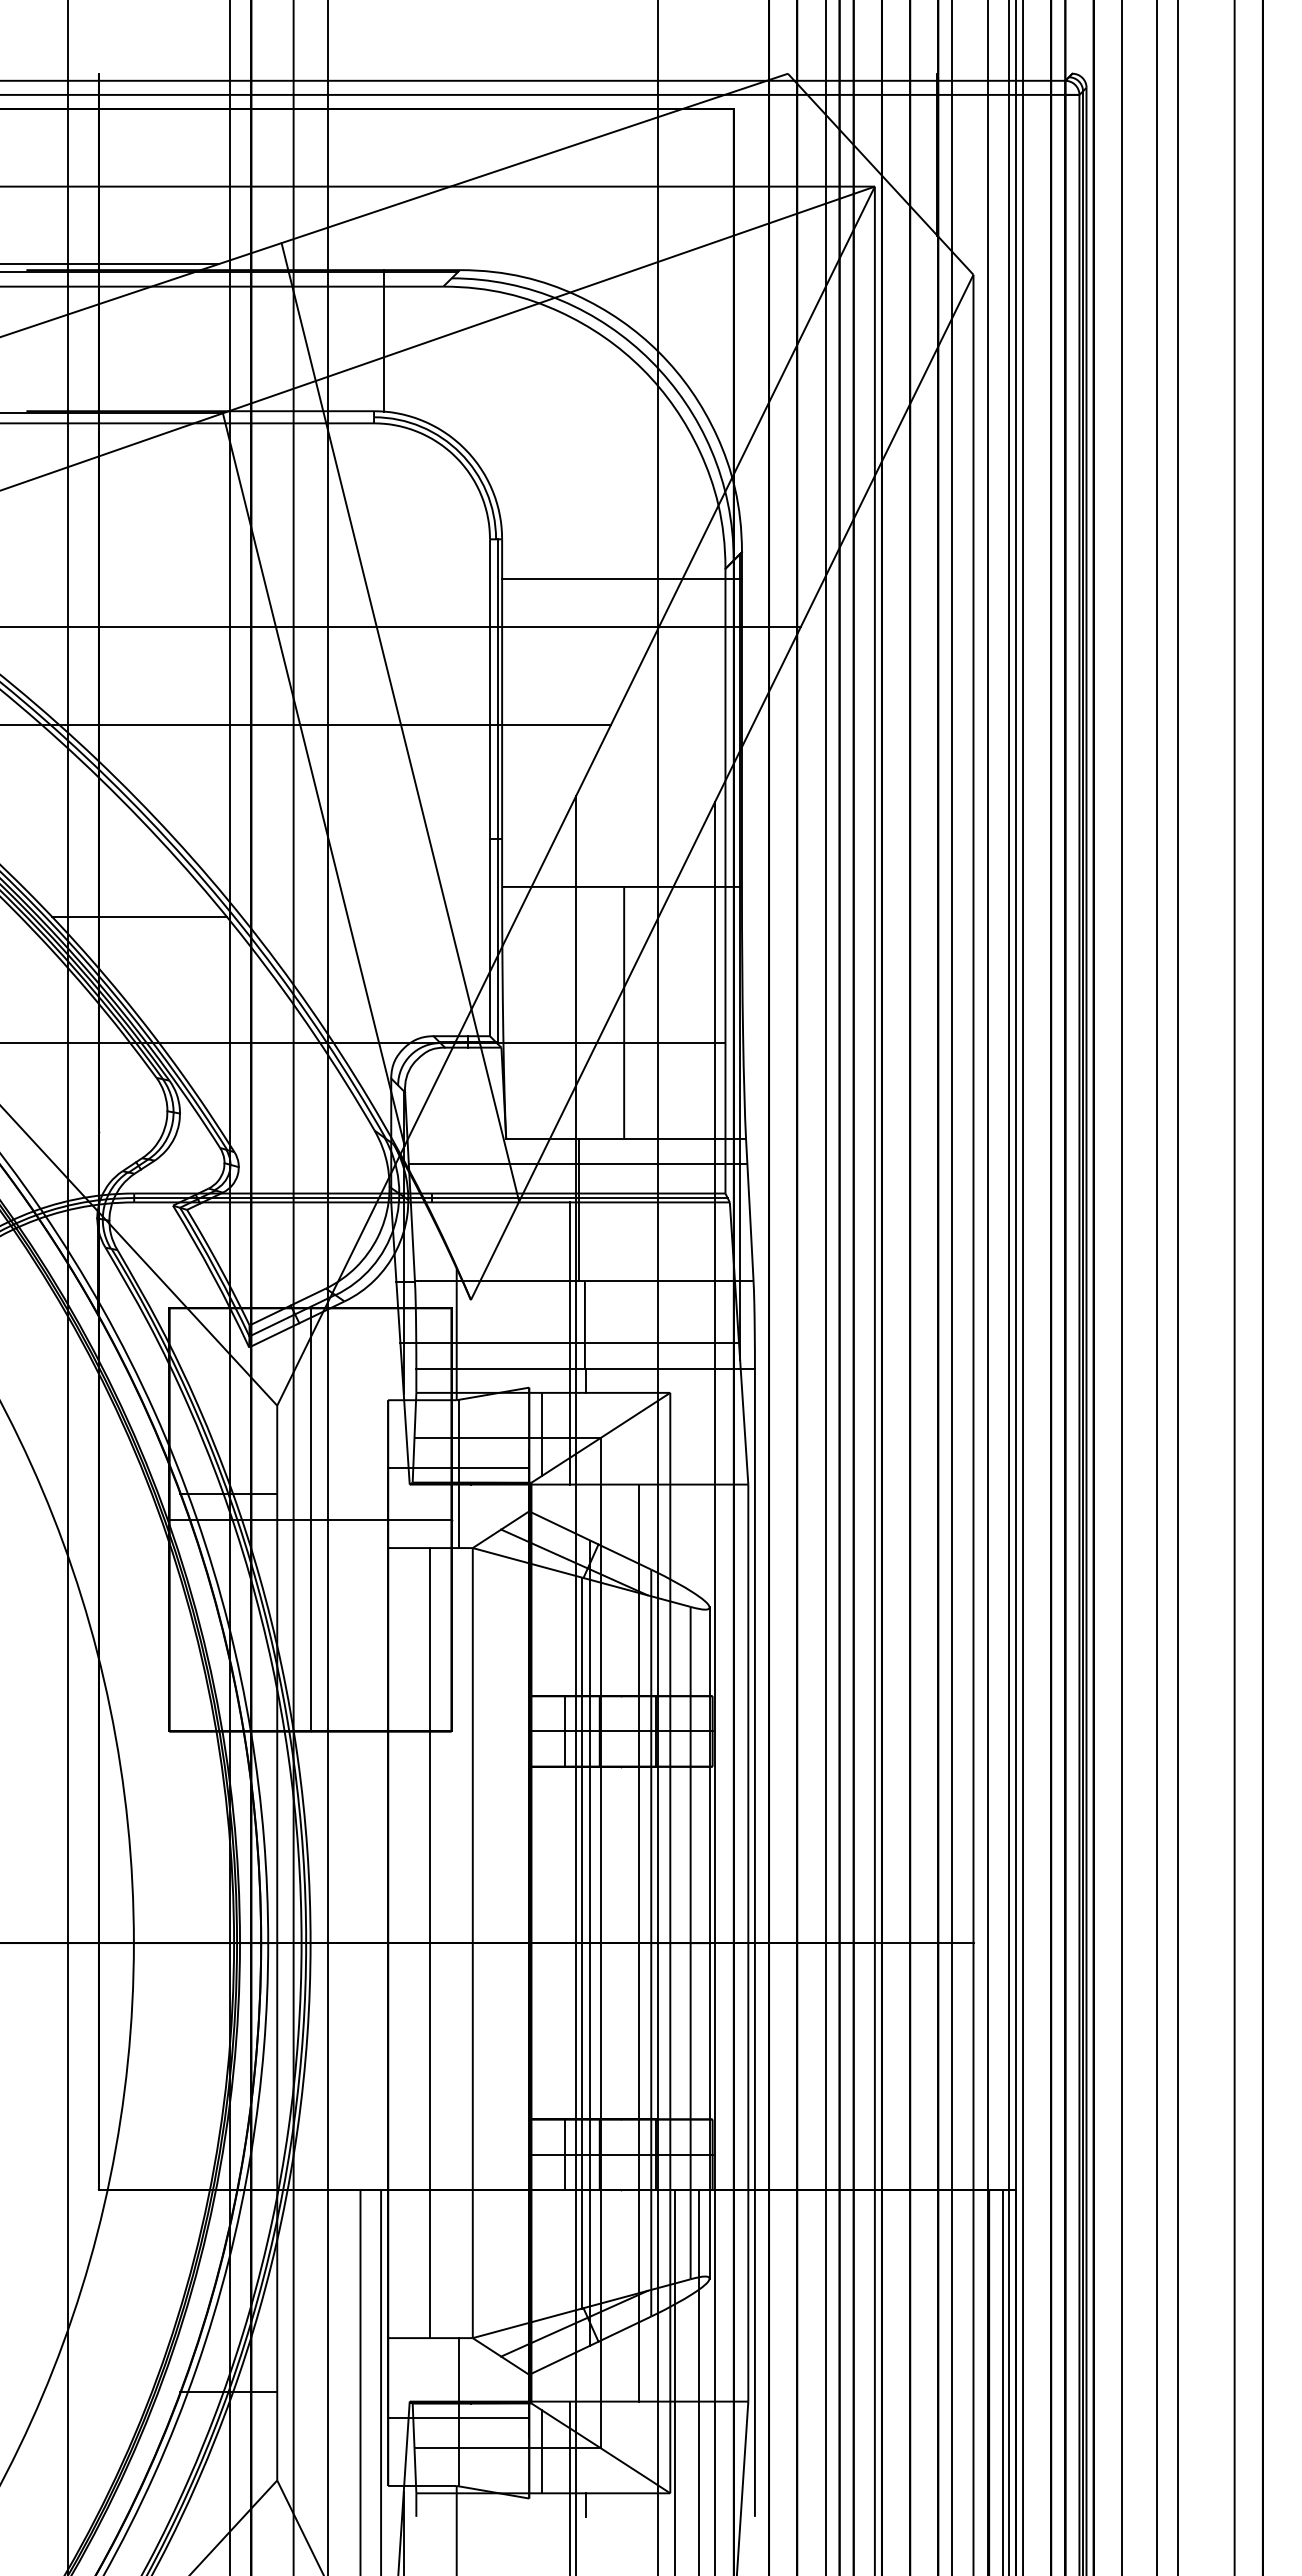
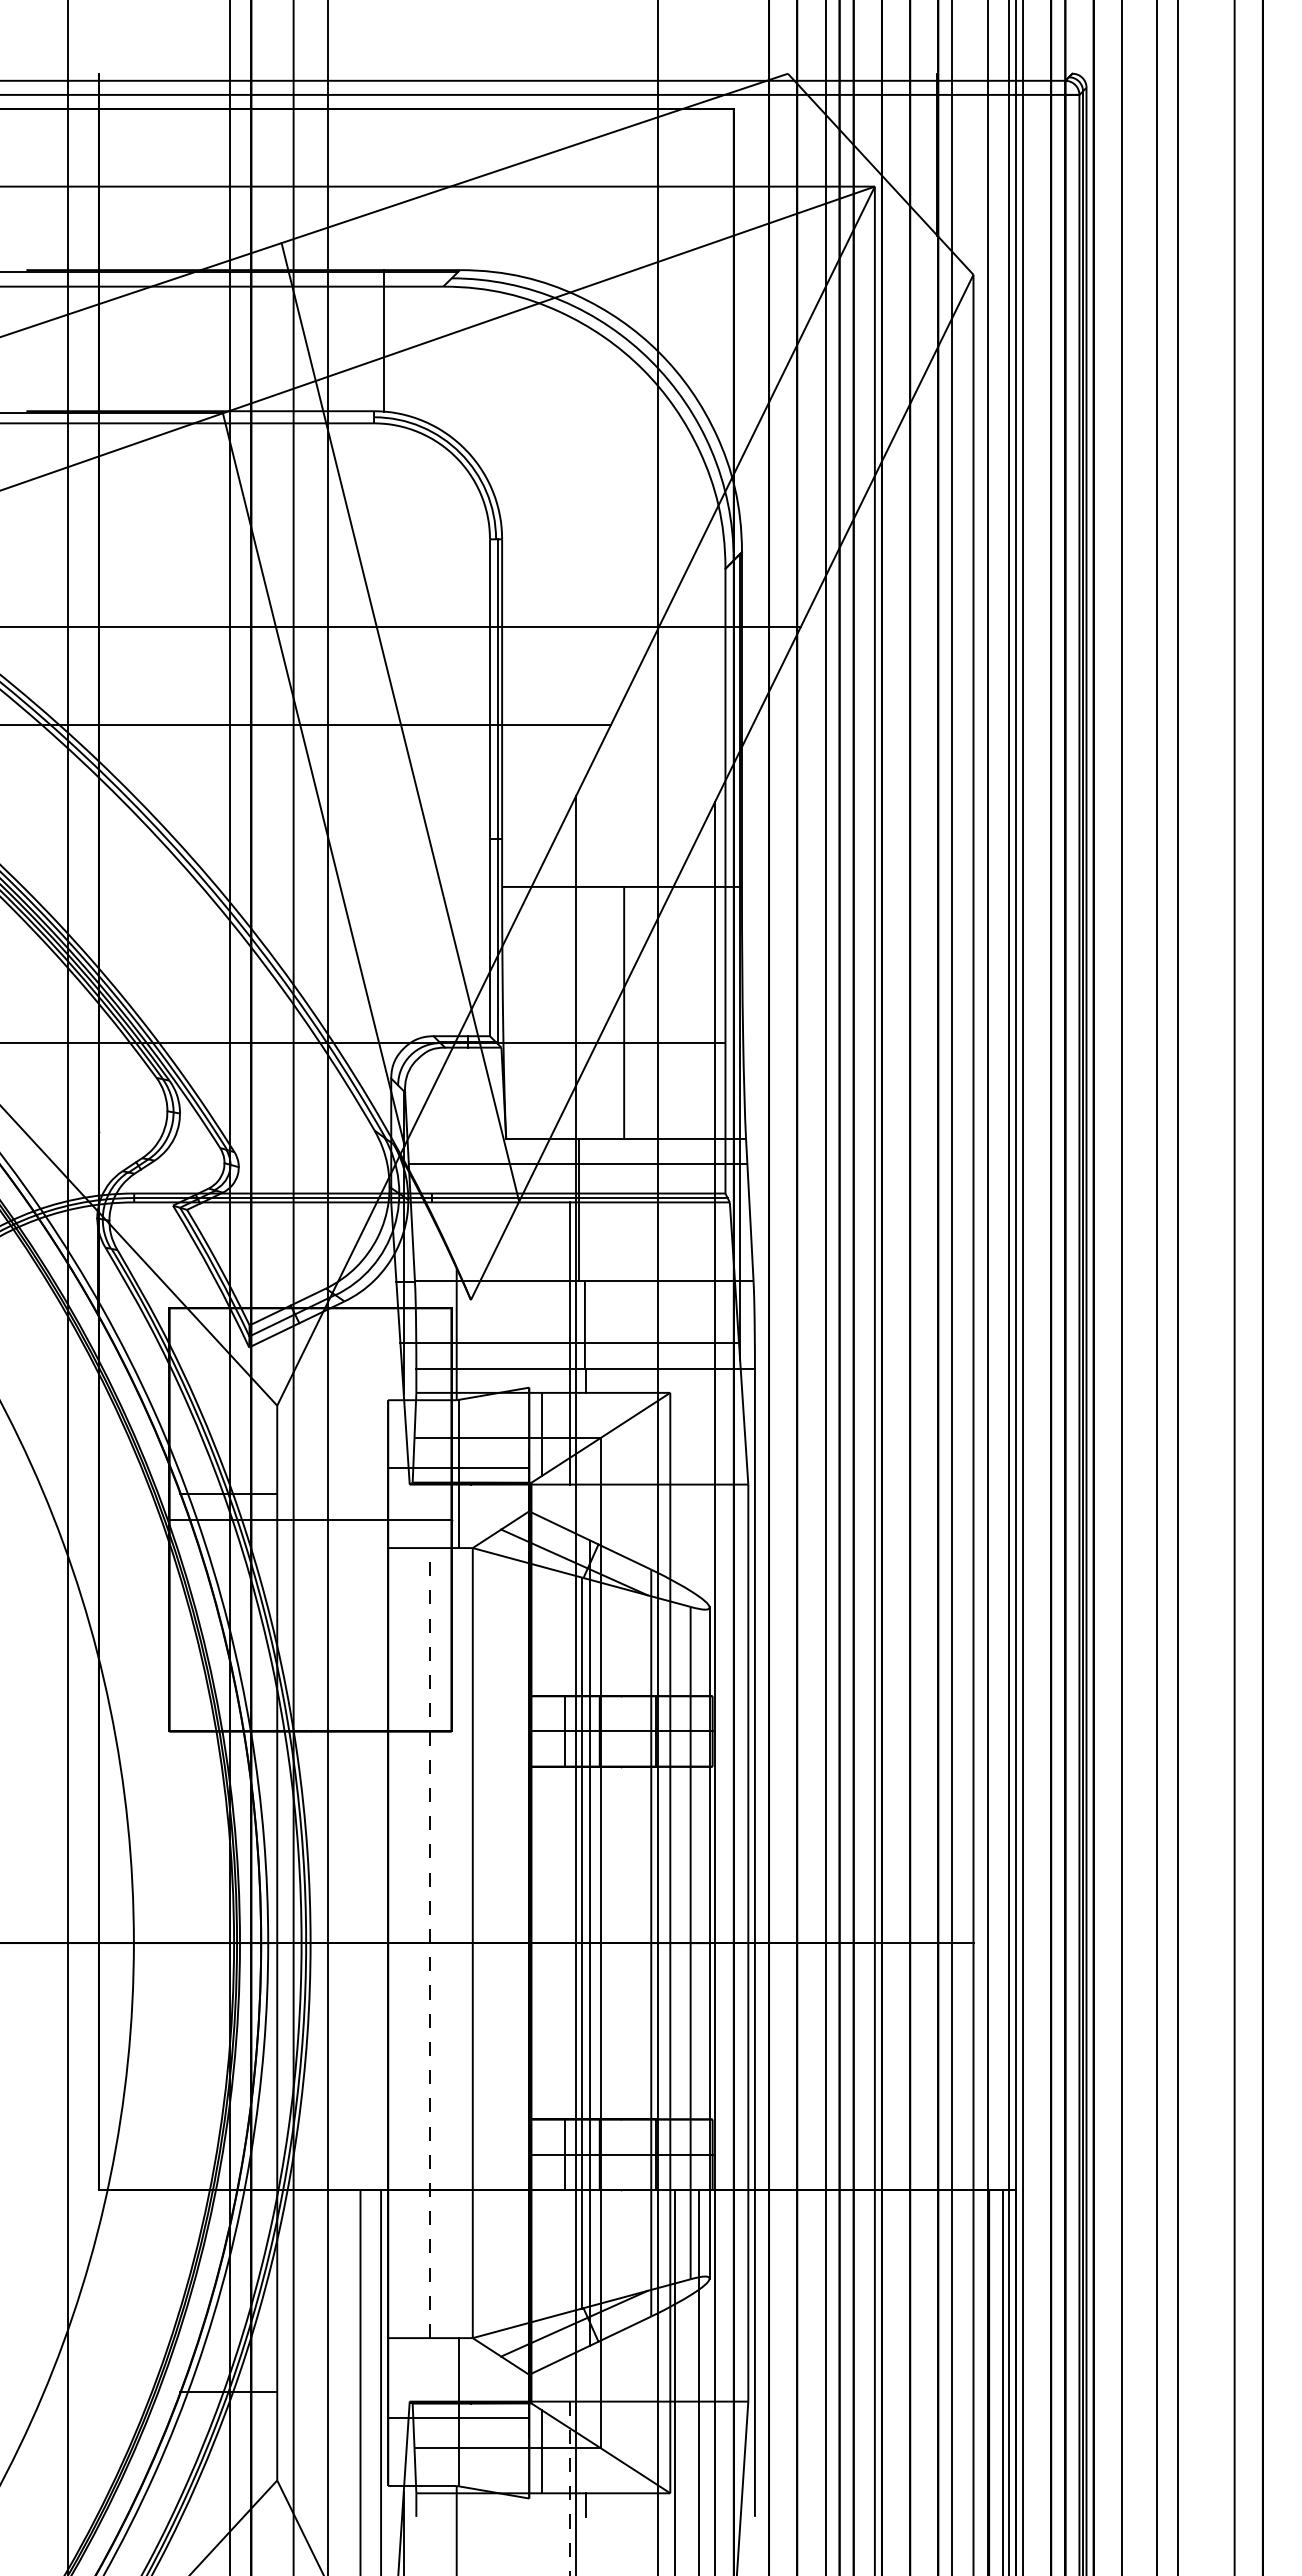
line at (110, 264): present -> none
line at (621, 578): present -> none
line at (138, 916): present -> none
line at (310, 1519): present -> none
line at (430, 1942): solid -> dashed
line at (638, 1942): present -> none
line at (569, 2488): solid -> dashed
